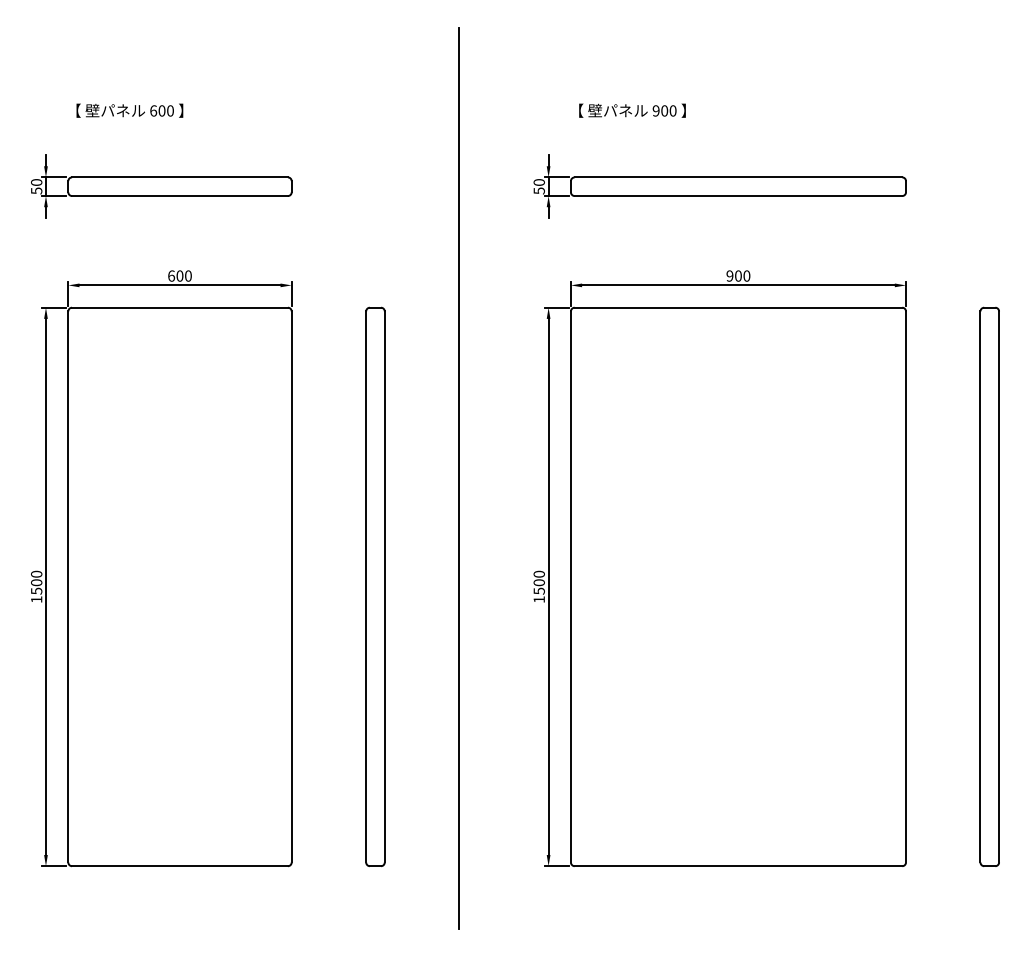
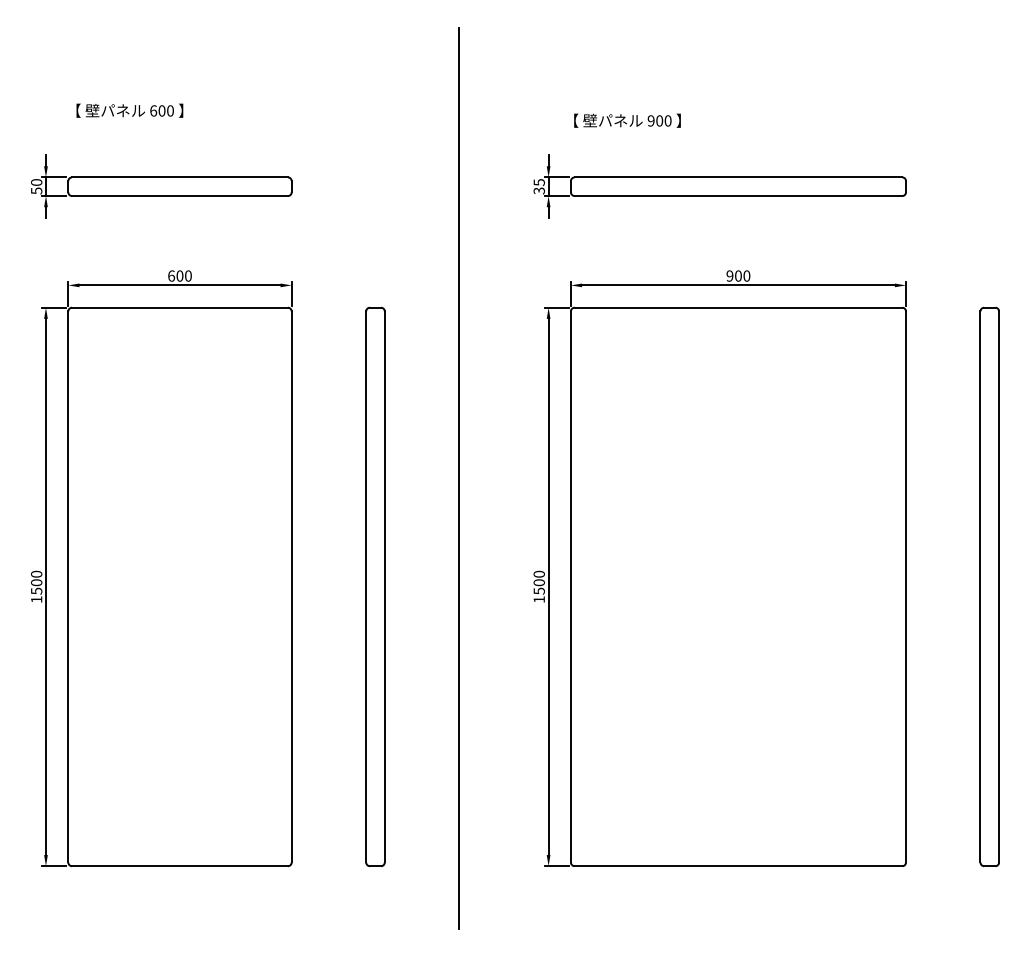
text at (632, 110) position: (632, 110) -> (627, 120)
text at (538, 186): 50 -> 35
